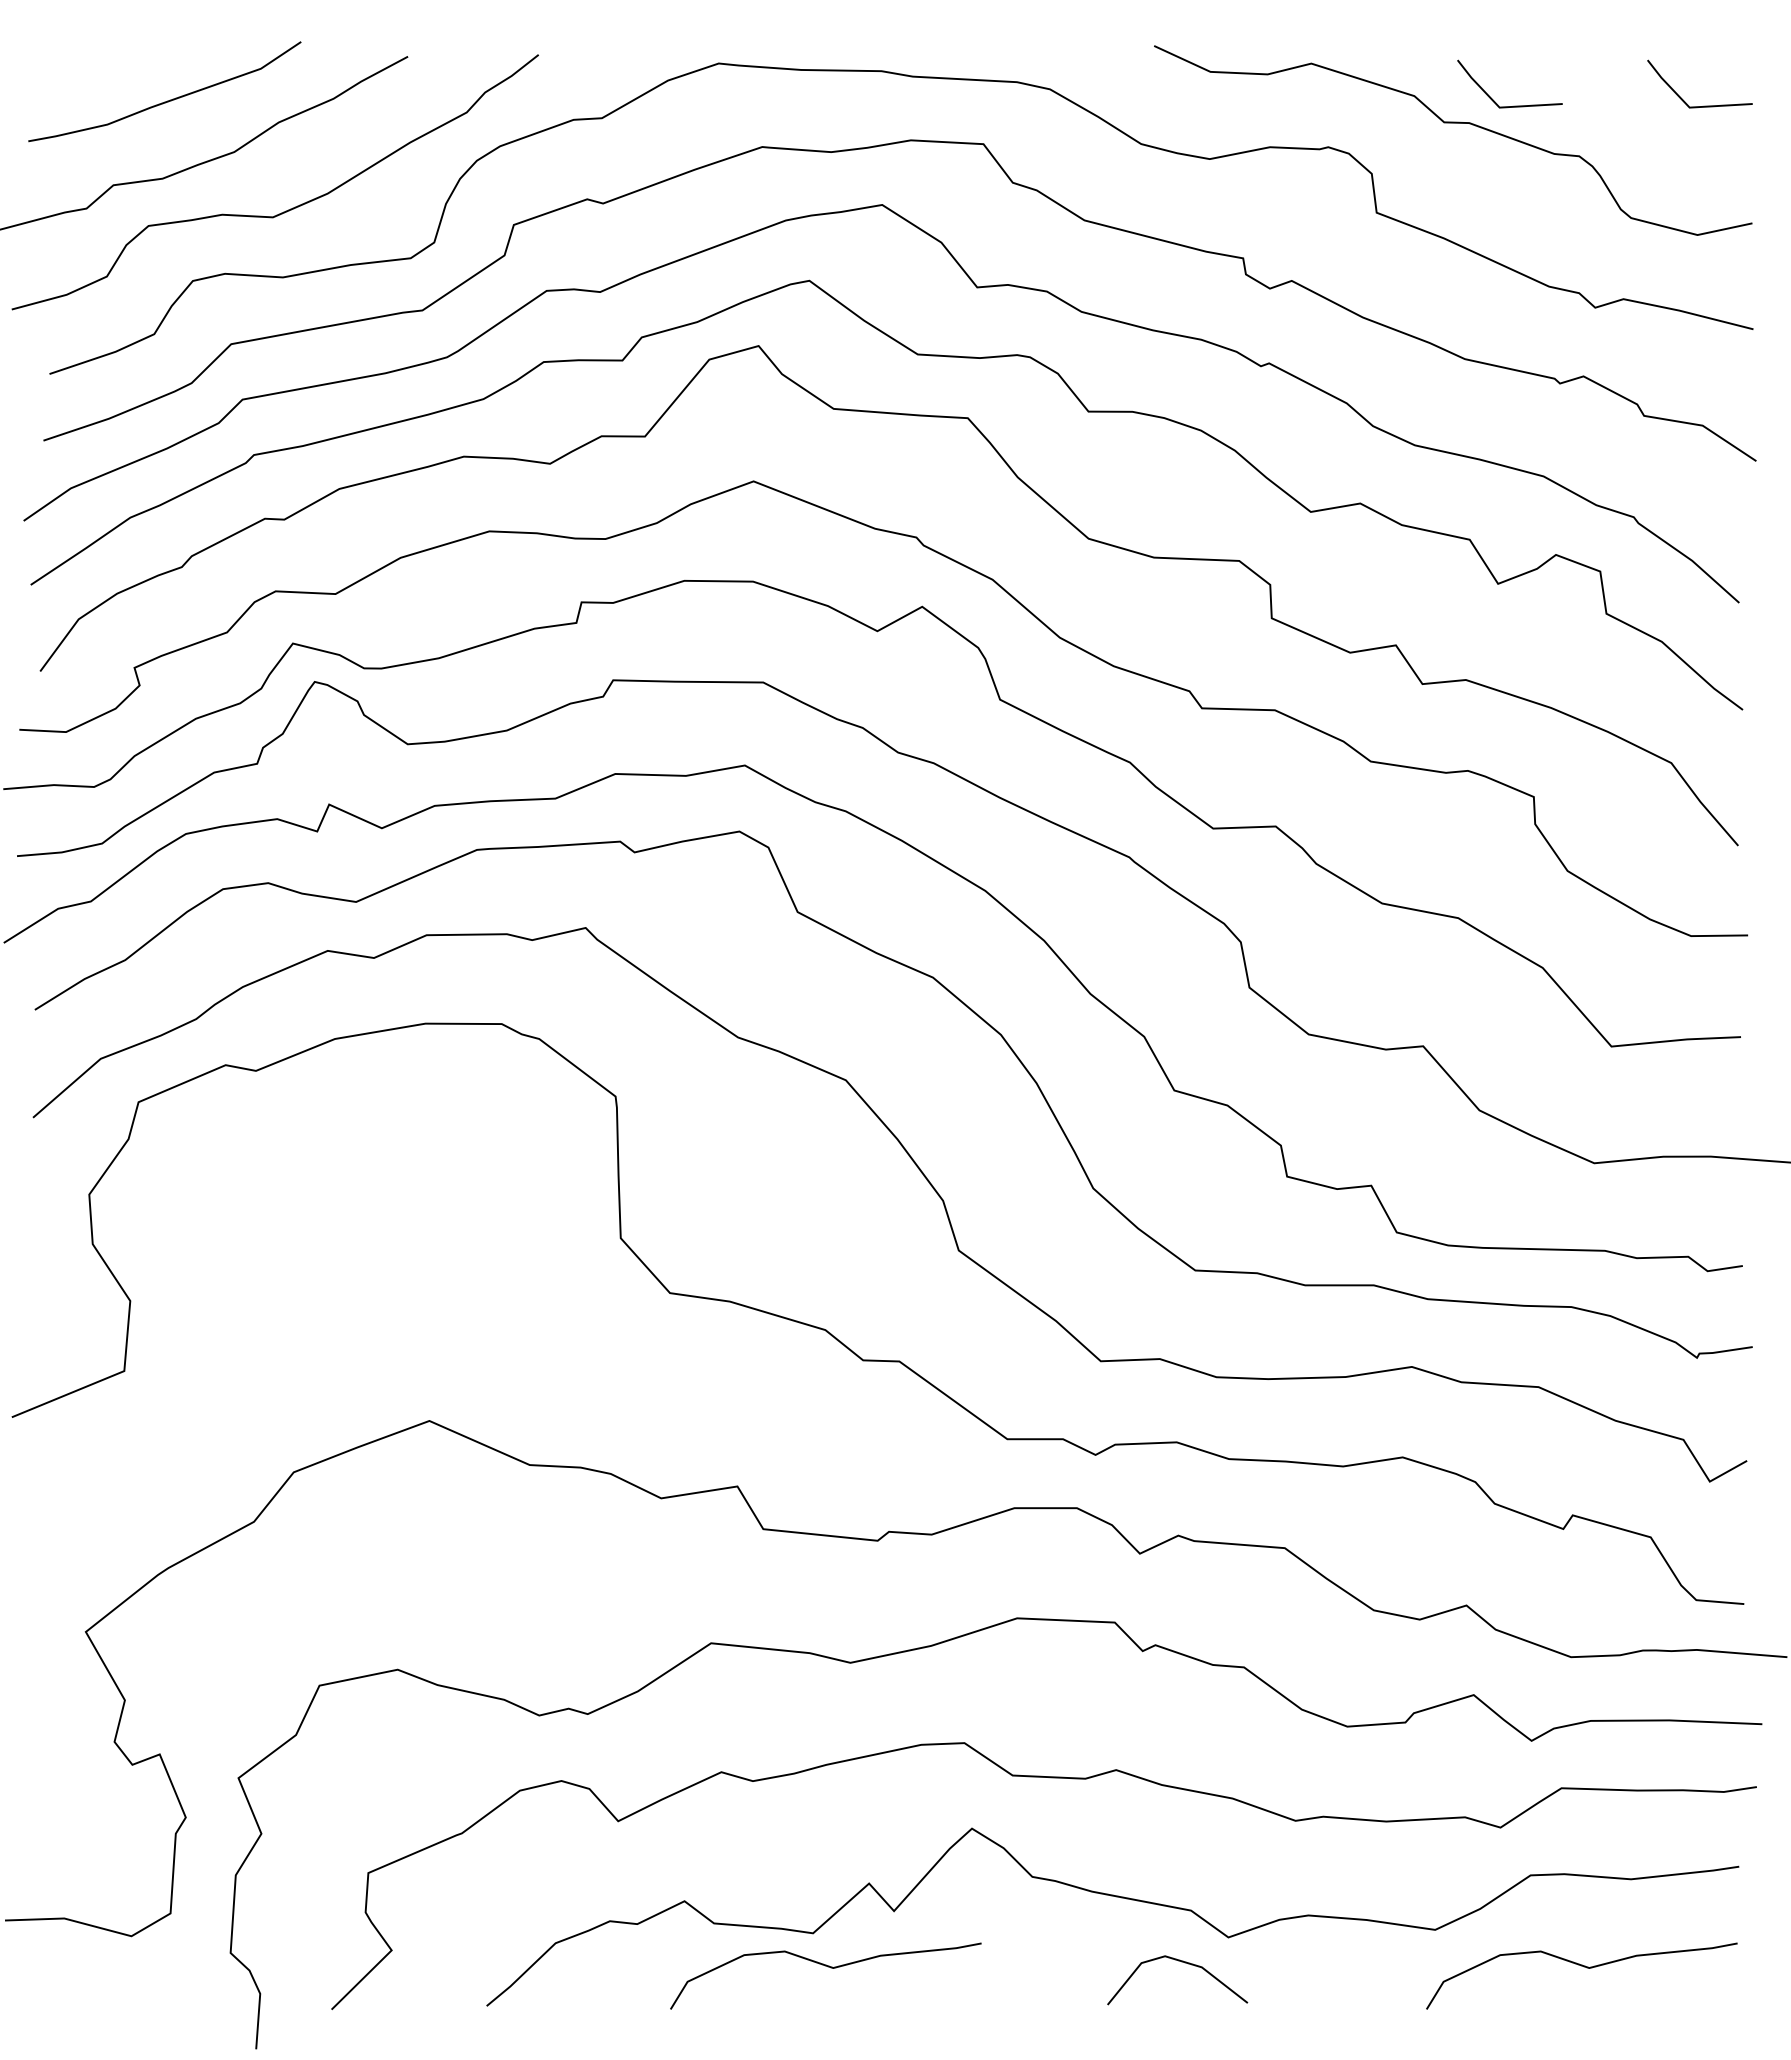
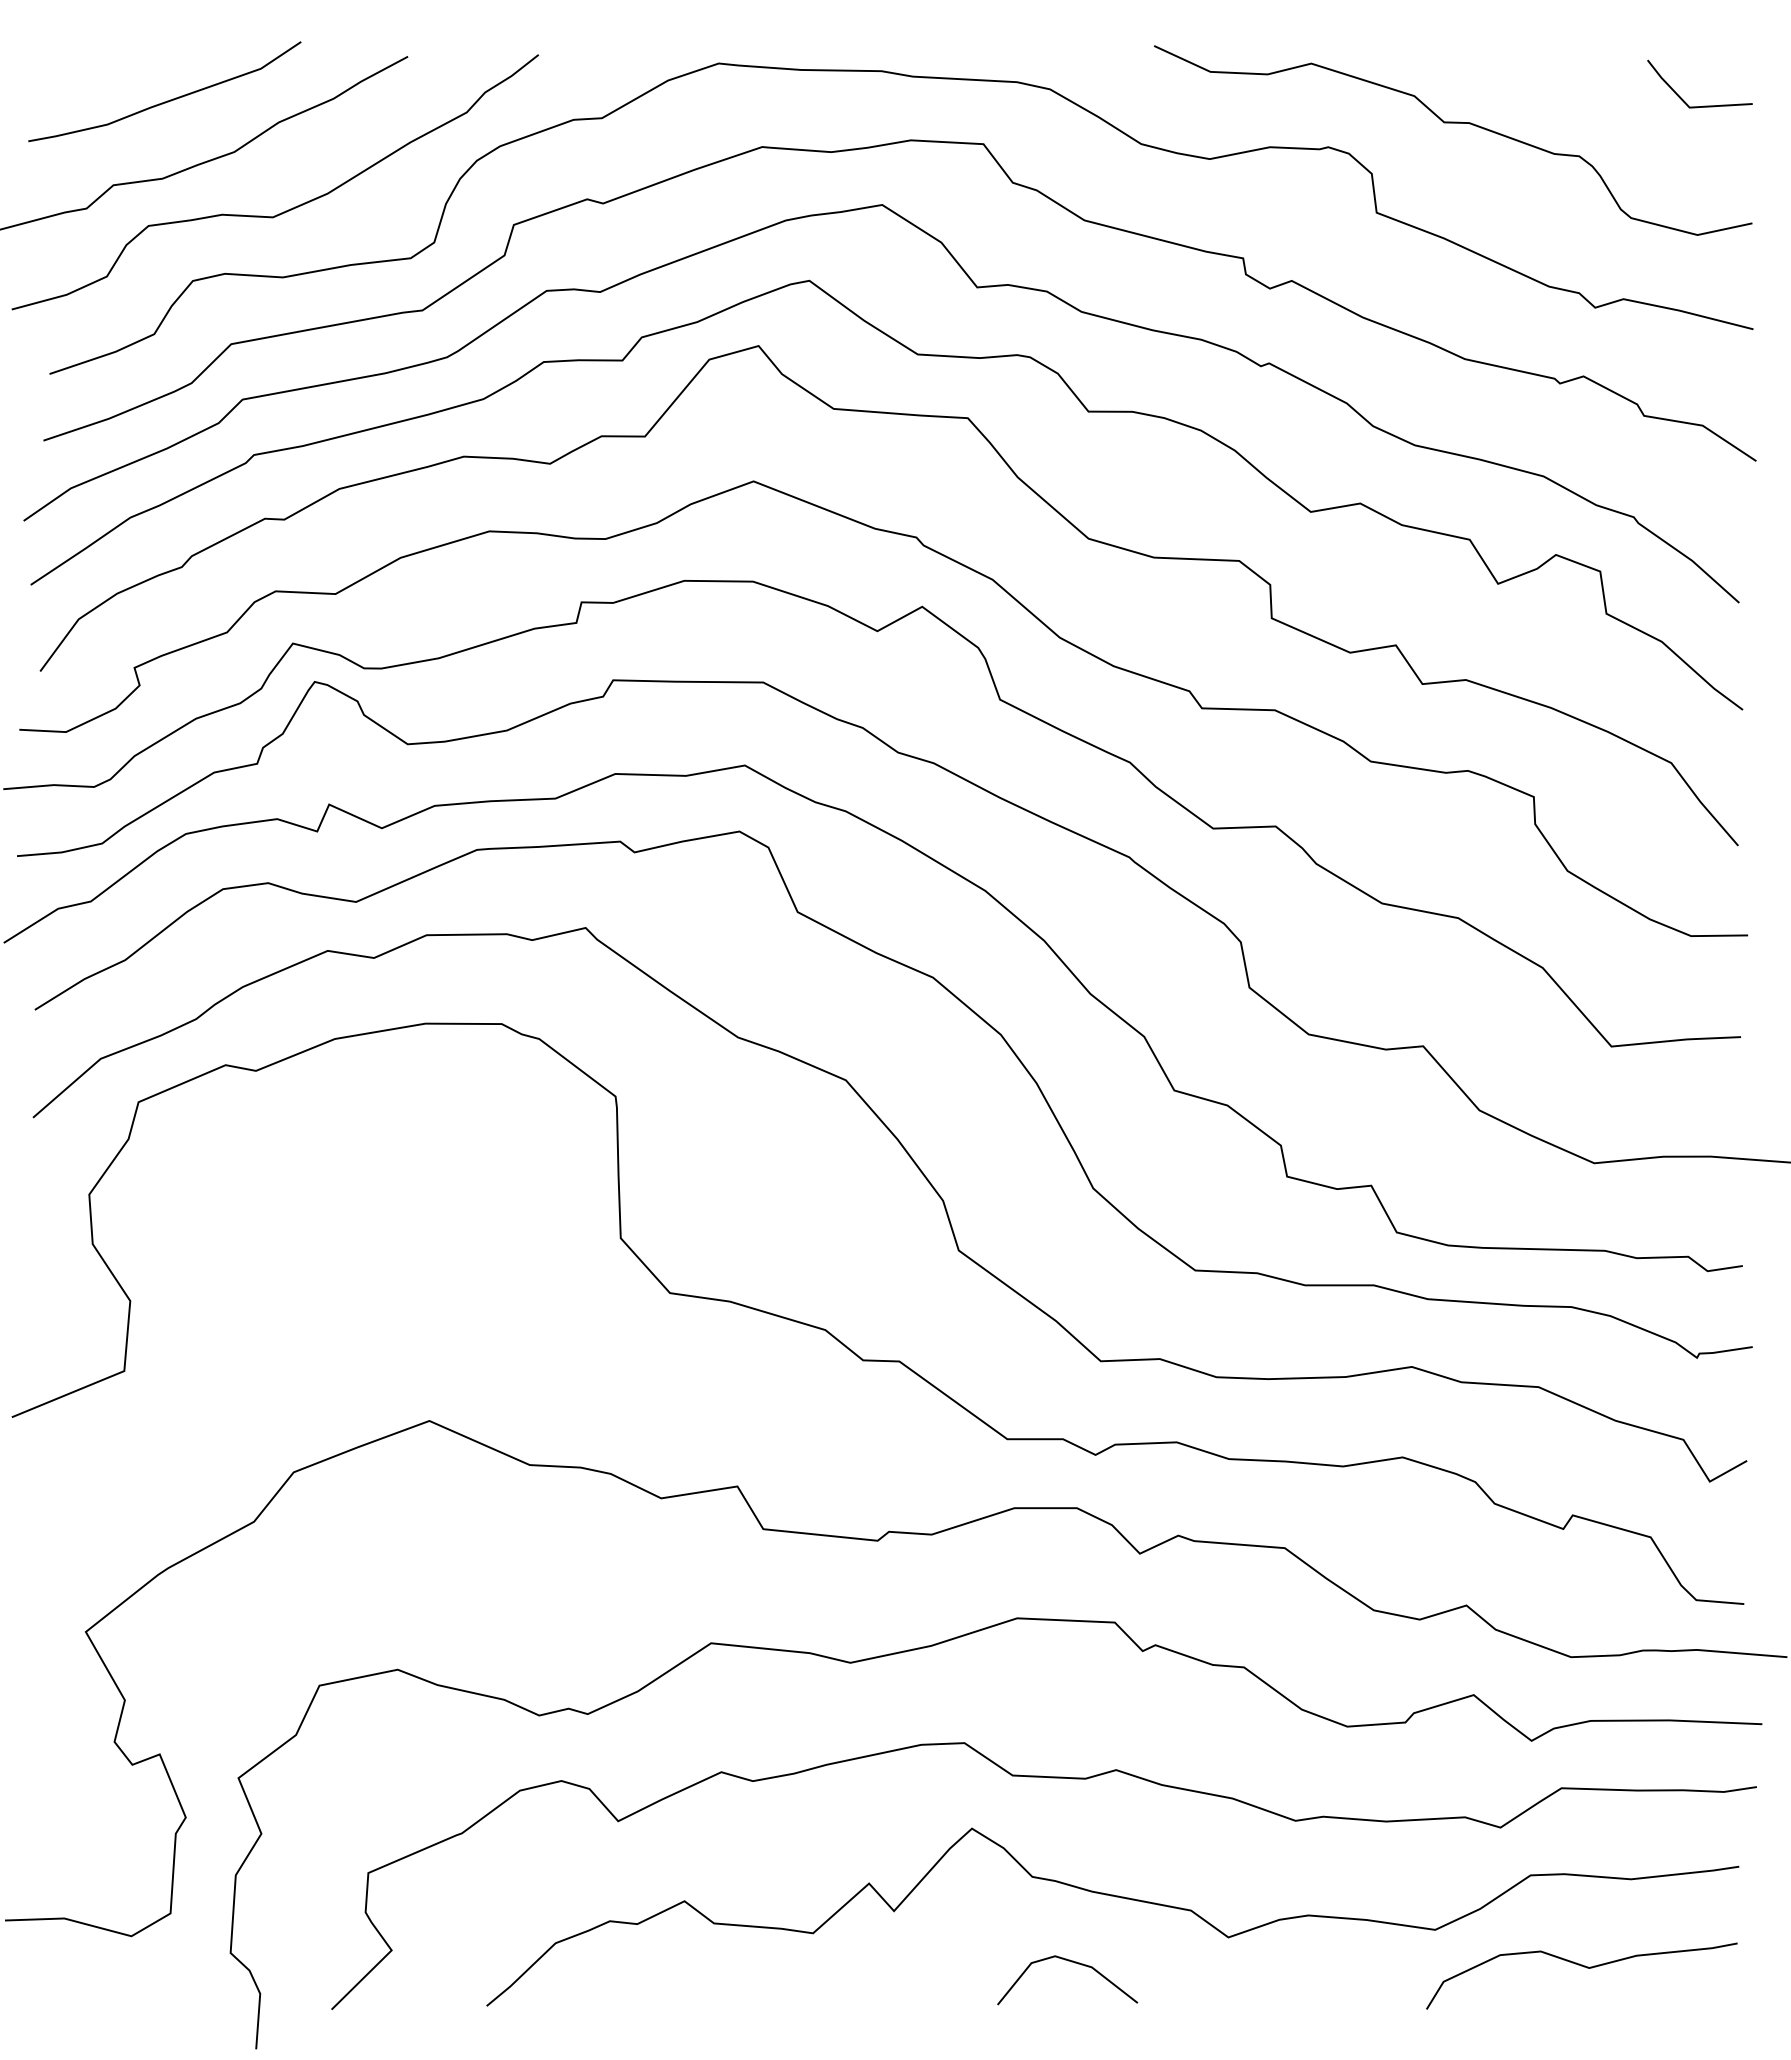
line at (1513, 105): present -> none
line at (1181, 1962) position: (1181, 1962) -> (1071, 1962)
curve at (828, 1967): present -> none
